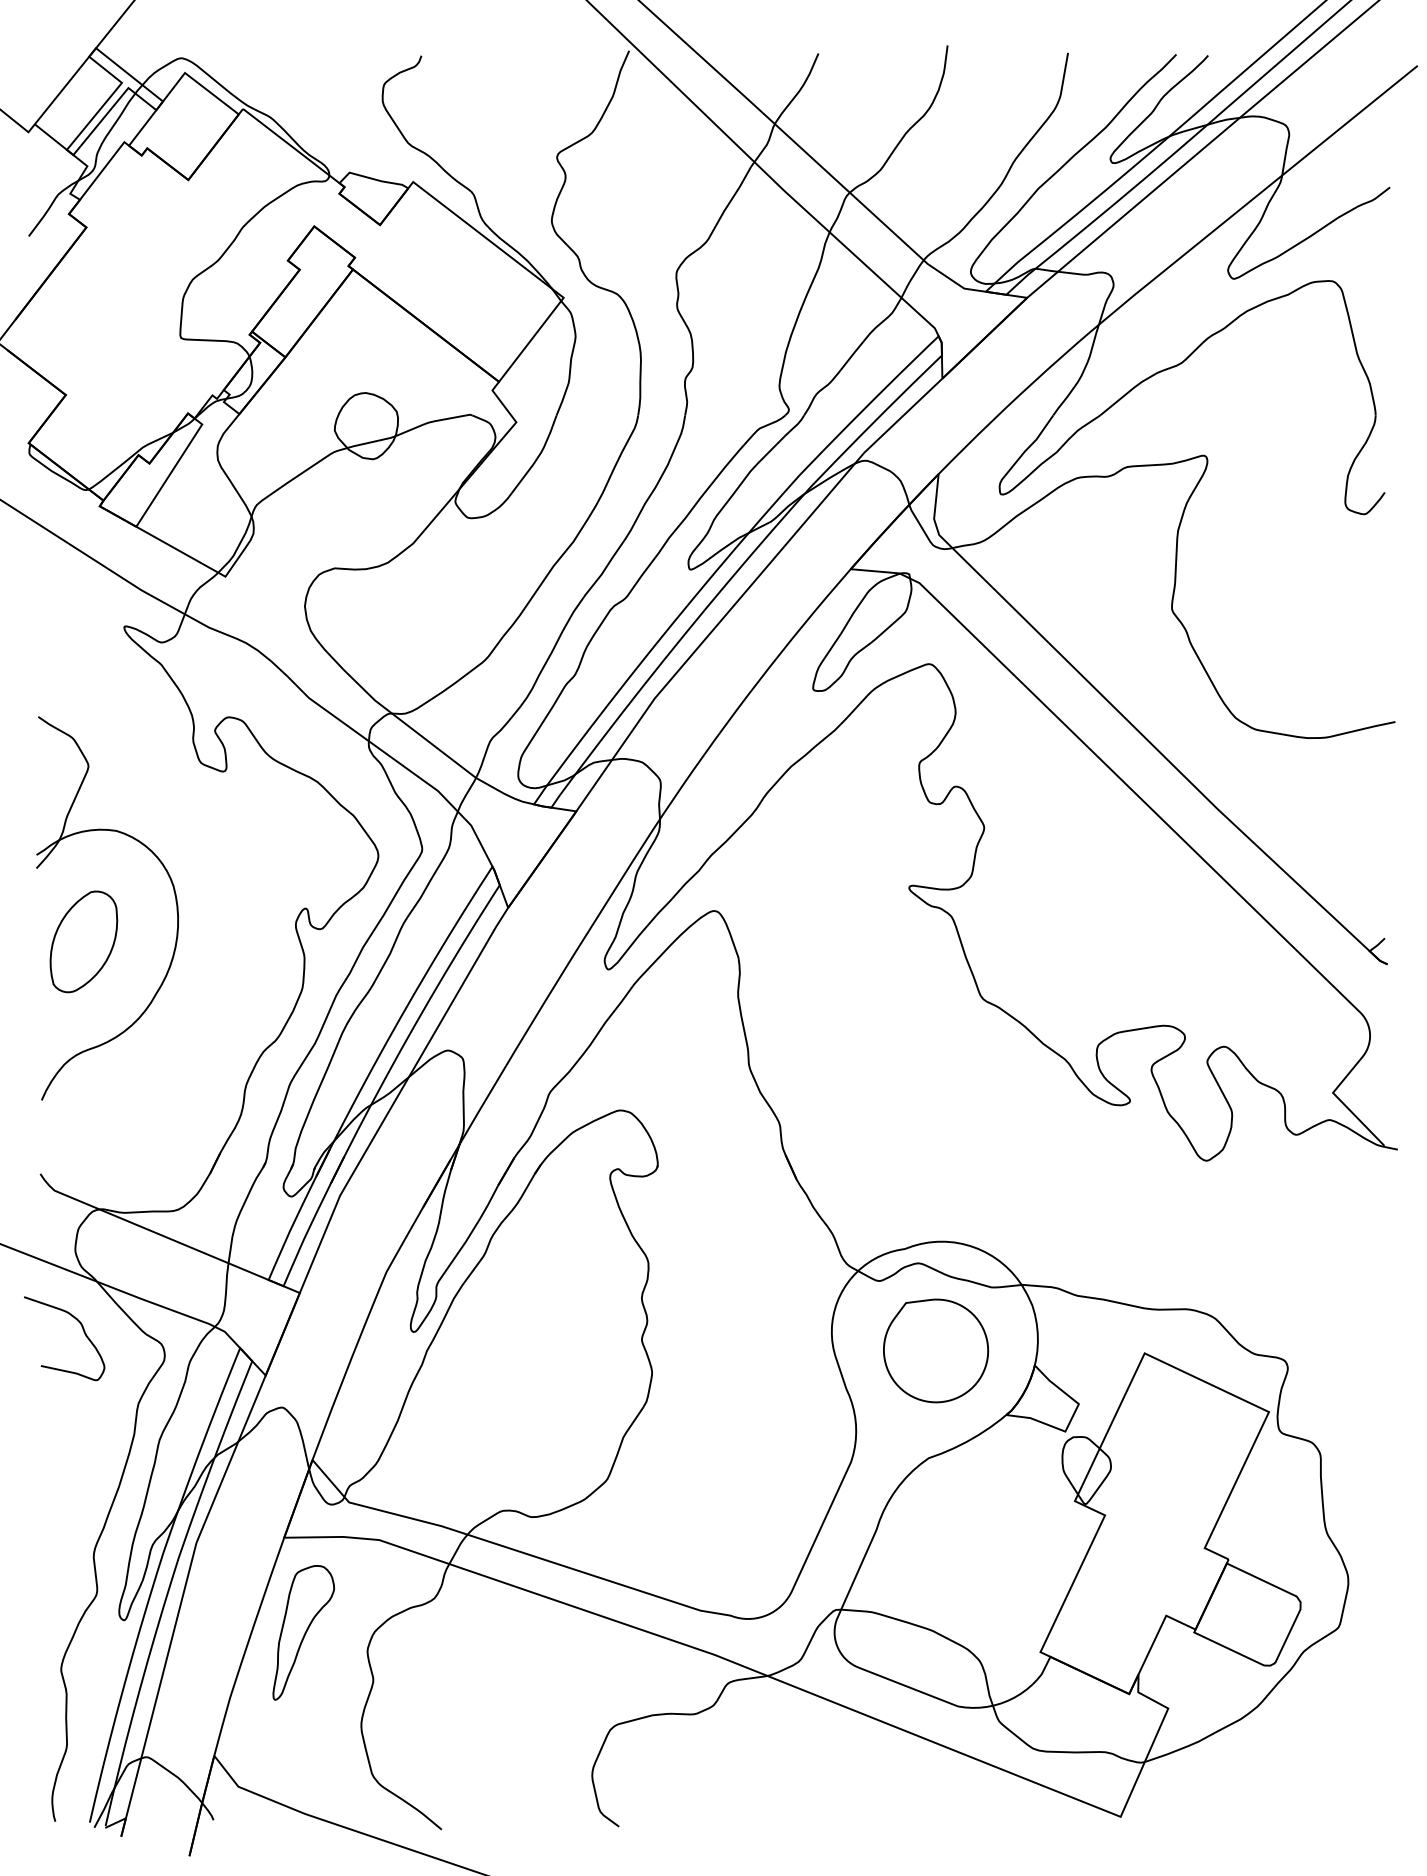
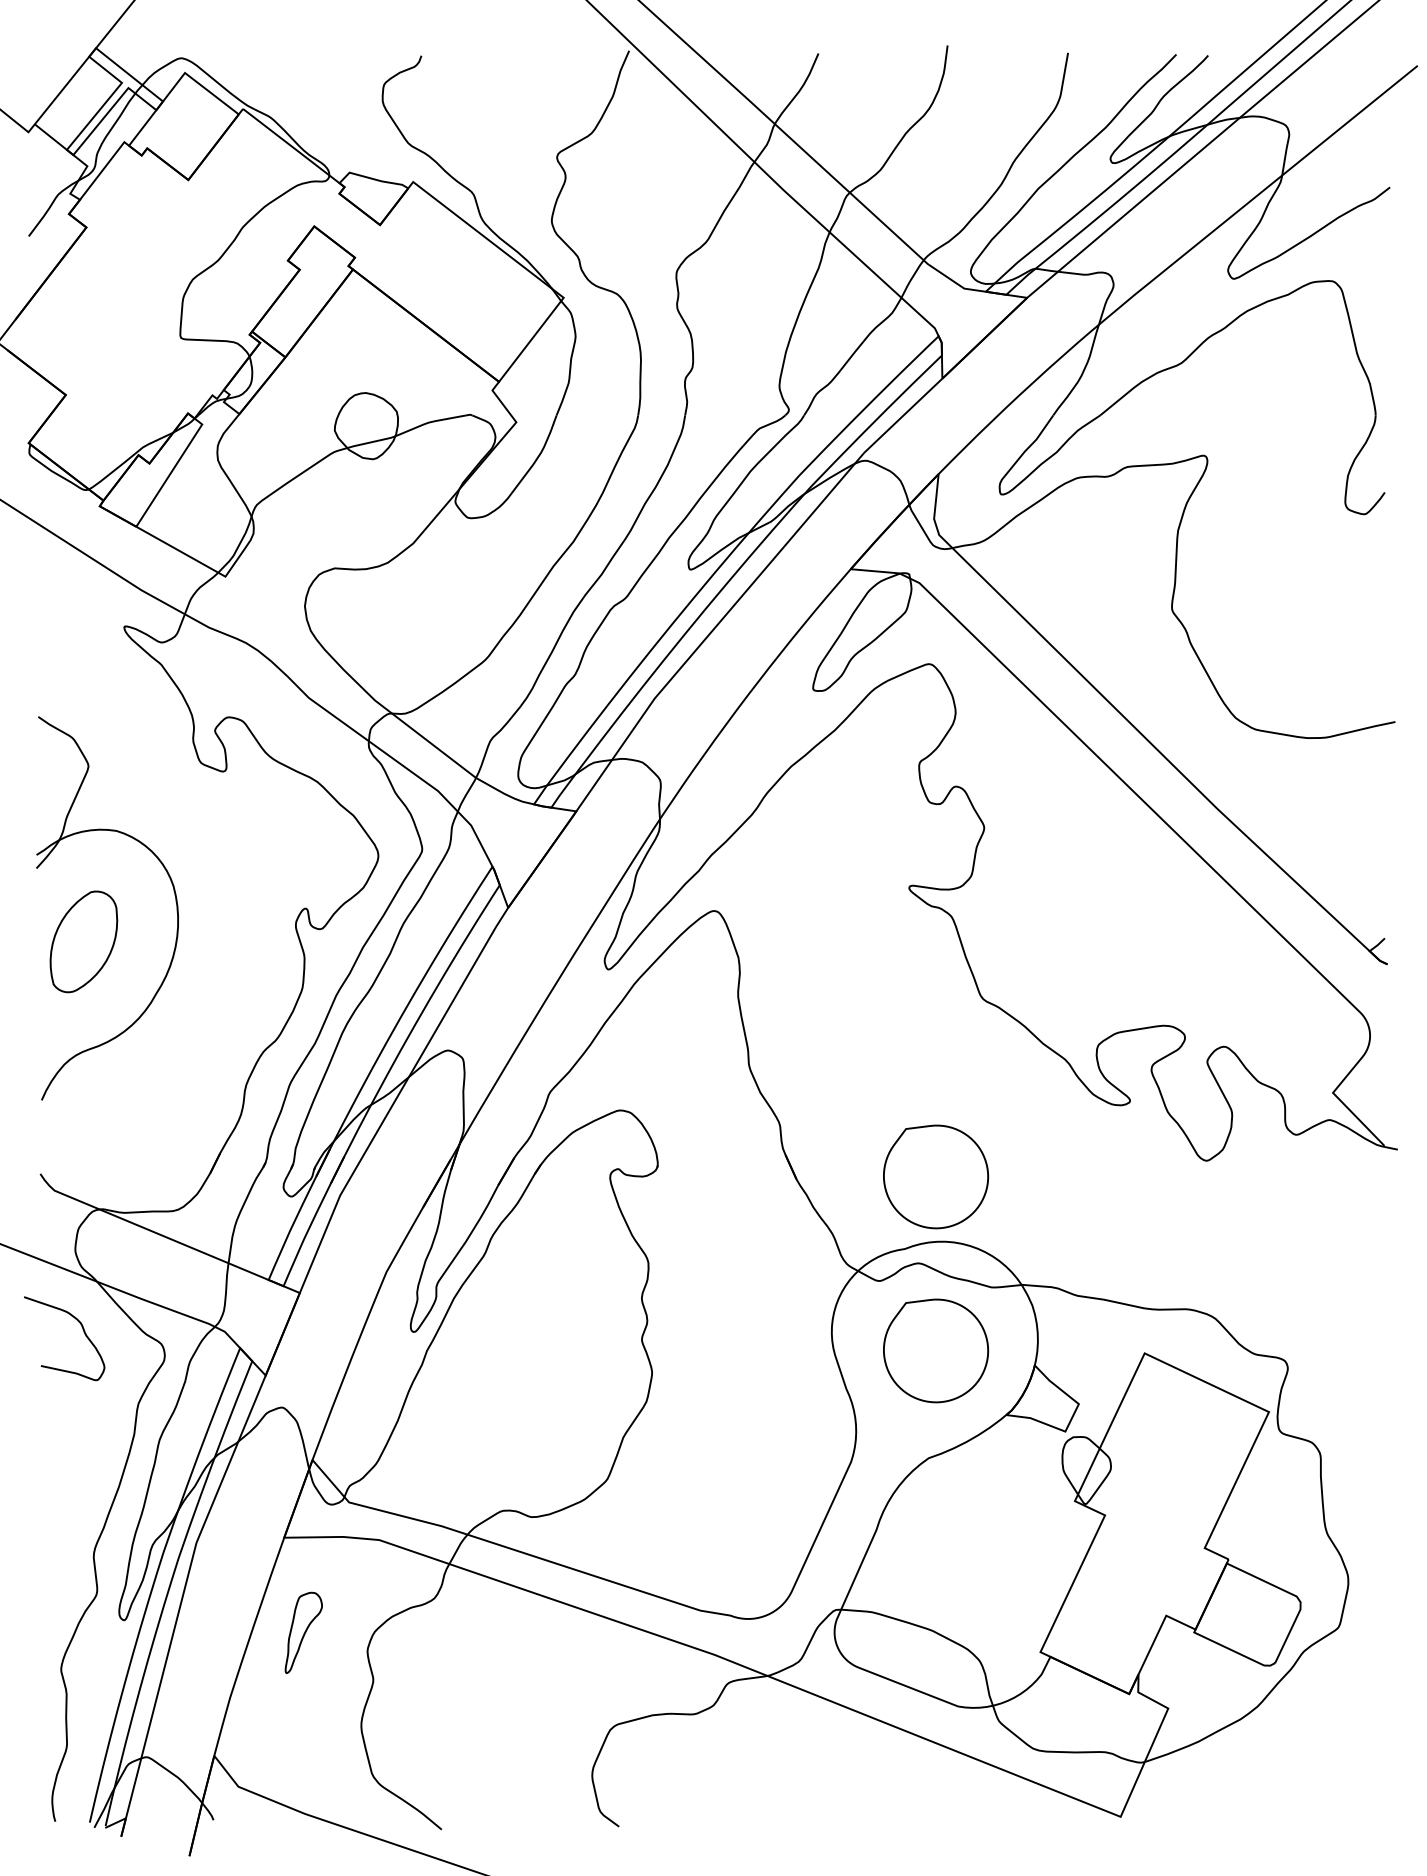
part at (936, 1176): none -> present
part at (303, 1632) size: 64x136 px -> 39x83 px
